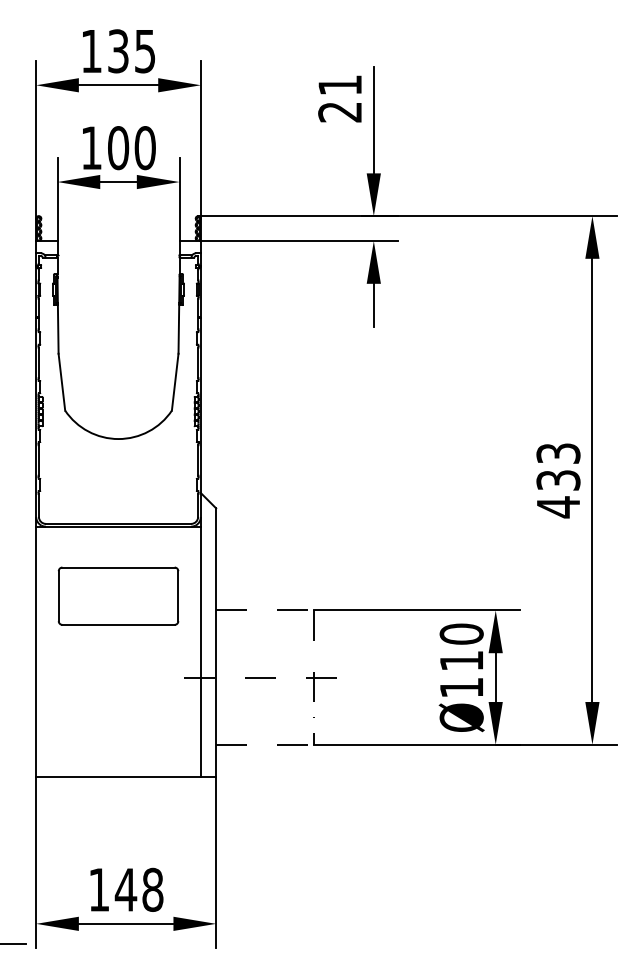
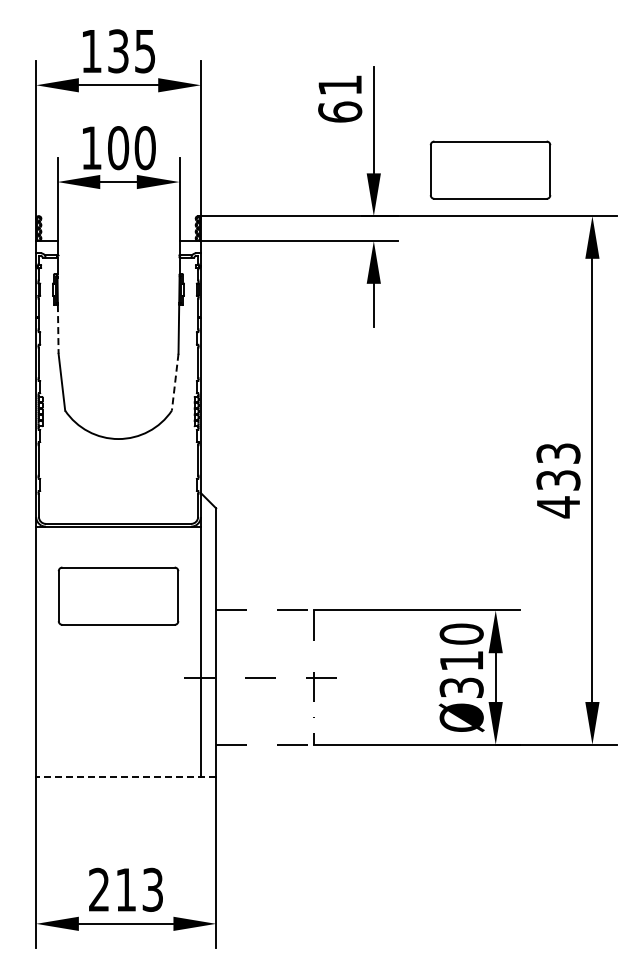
text at (340, 111): 21 -> 61
part at (490, 169): none -> present
line at (58, 329): solid -> dashed
line at (175, 382): solid -> dashed
text at (461, 687): Ø110 -> Ø310
line at (126, 777): solid -> dashed
text at (126, 889): 148 -> 213
line at (13, 944): present -> none
